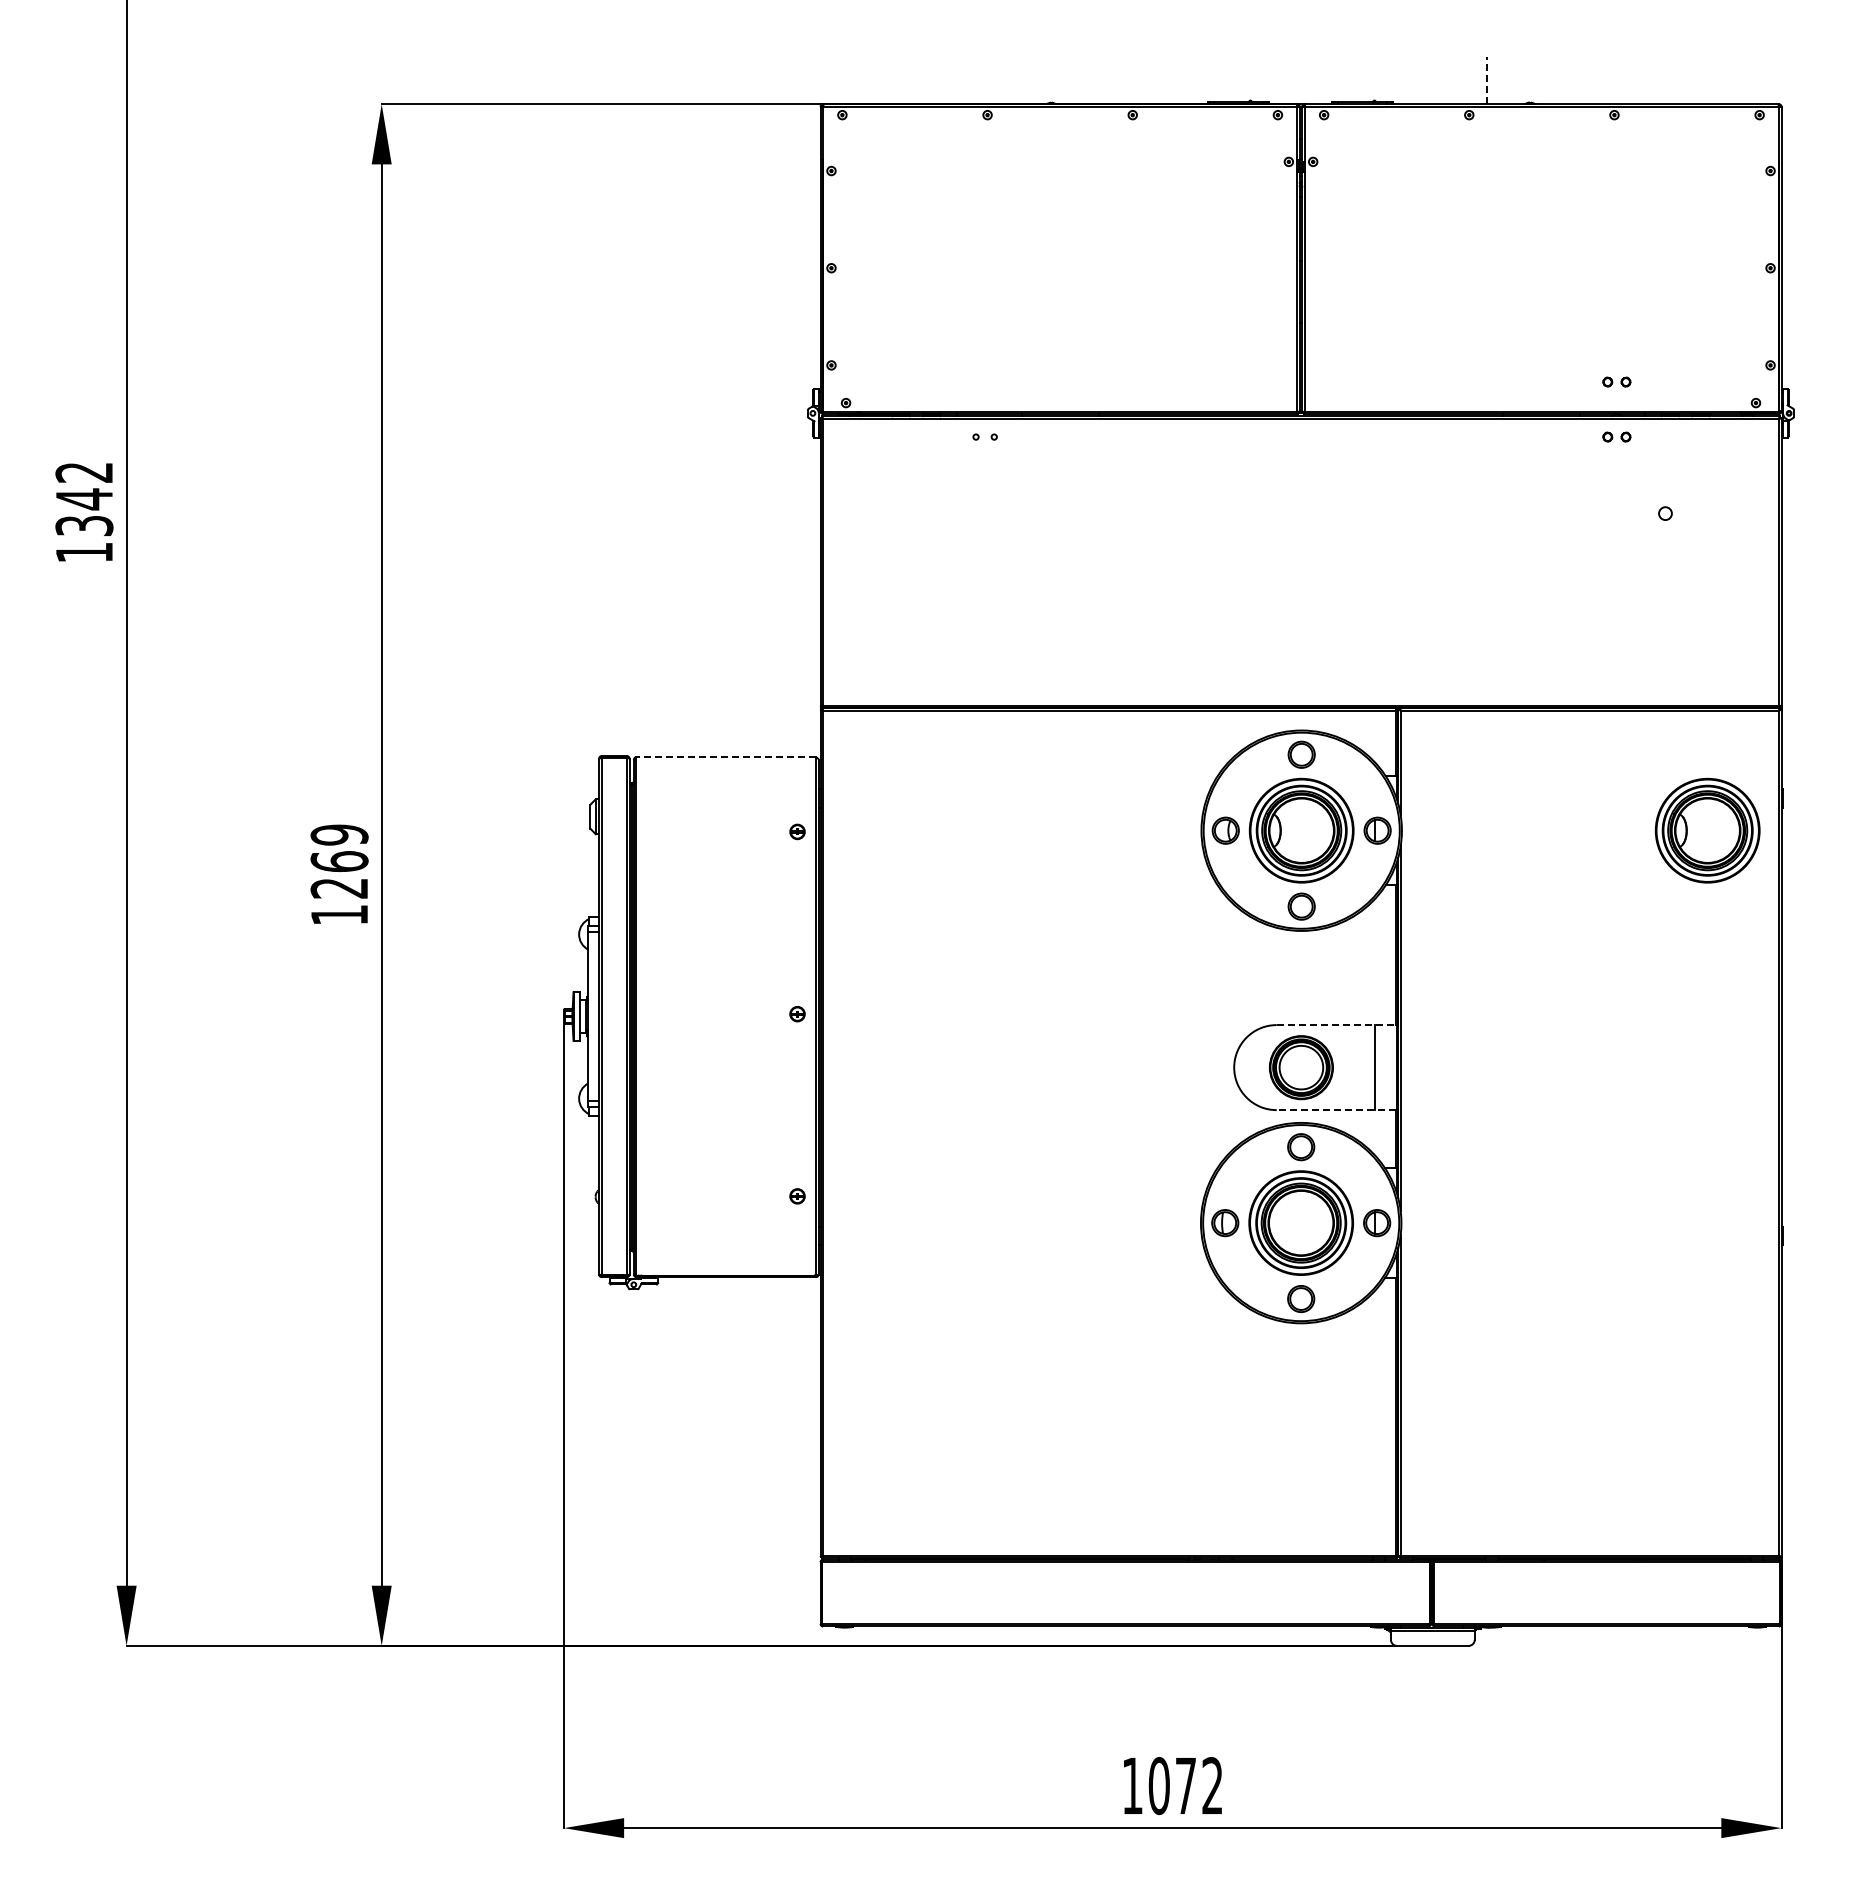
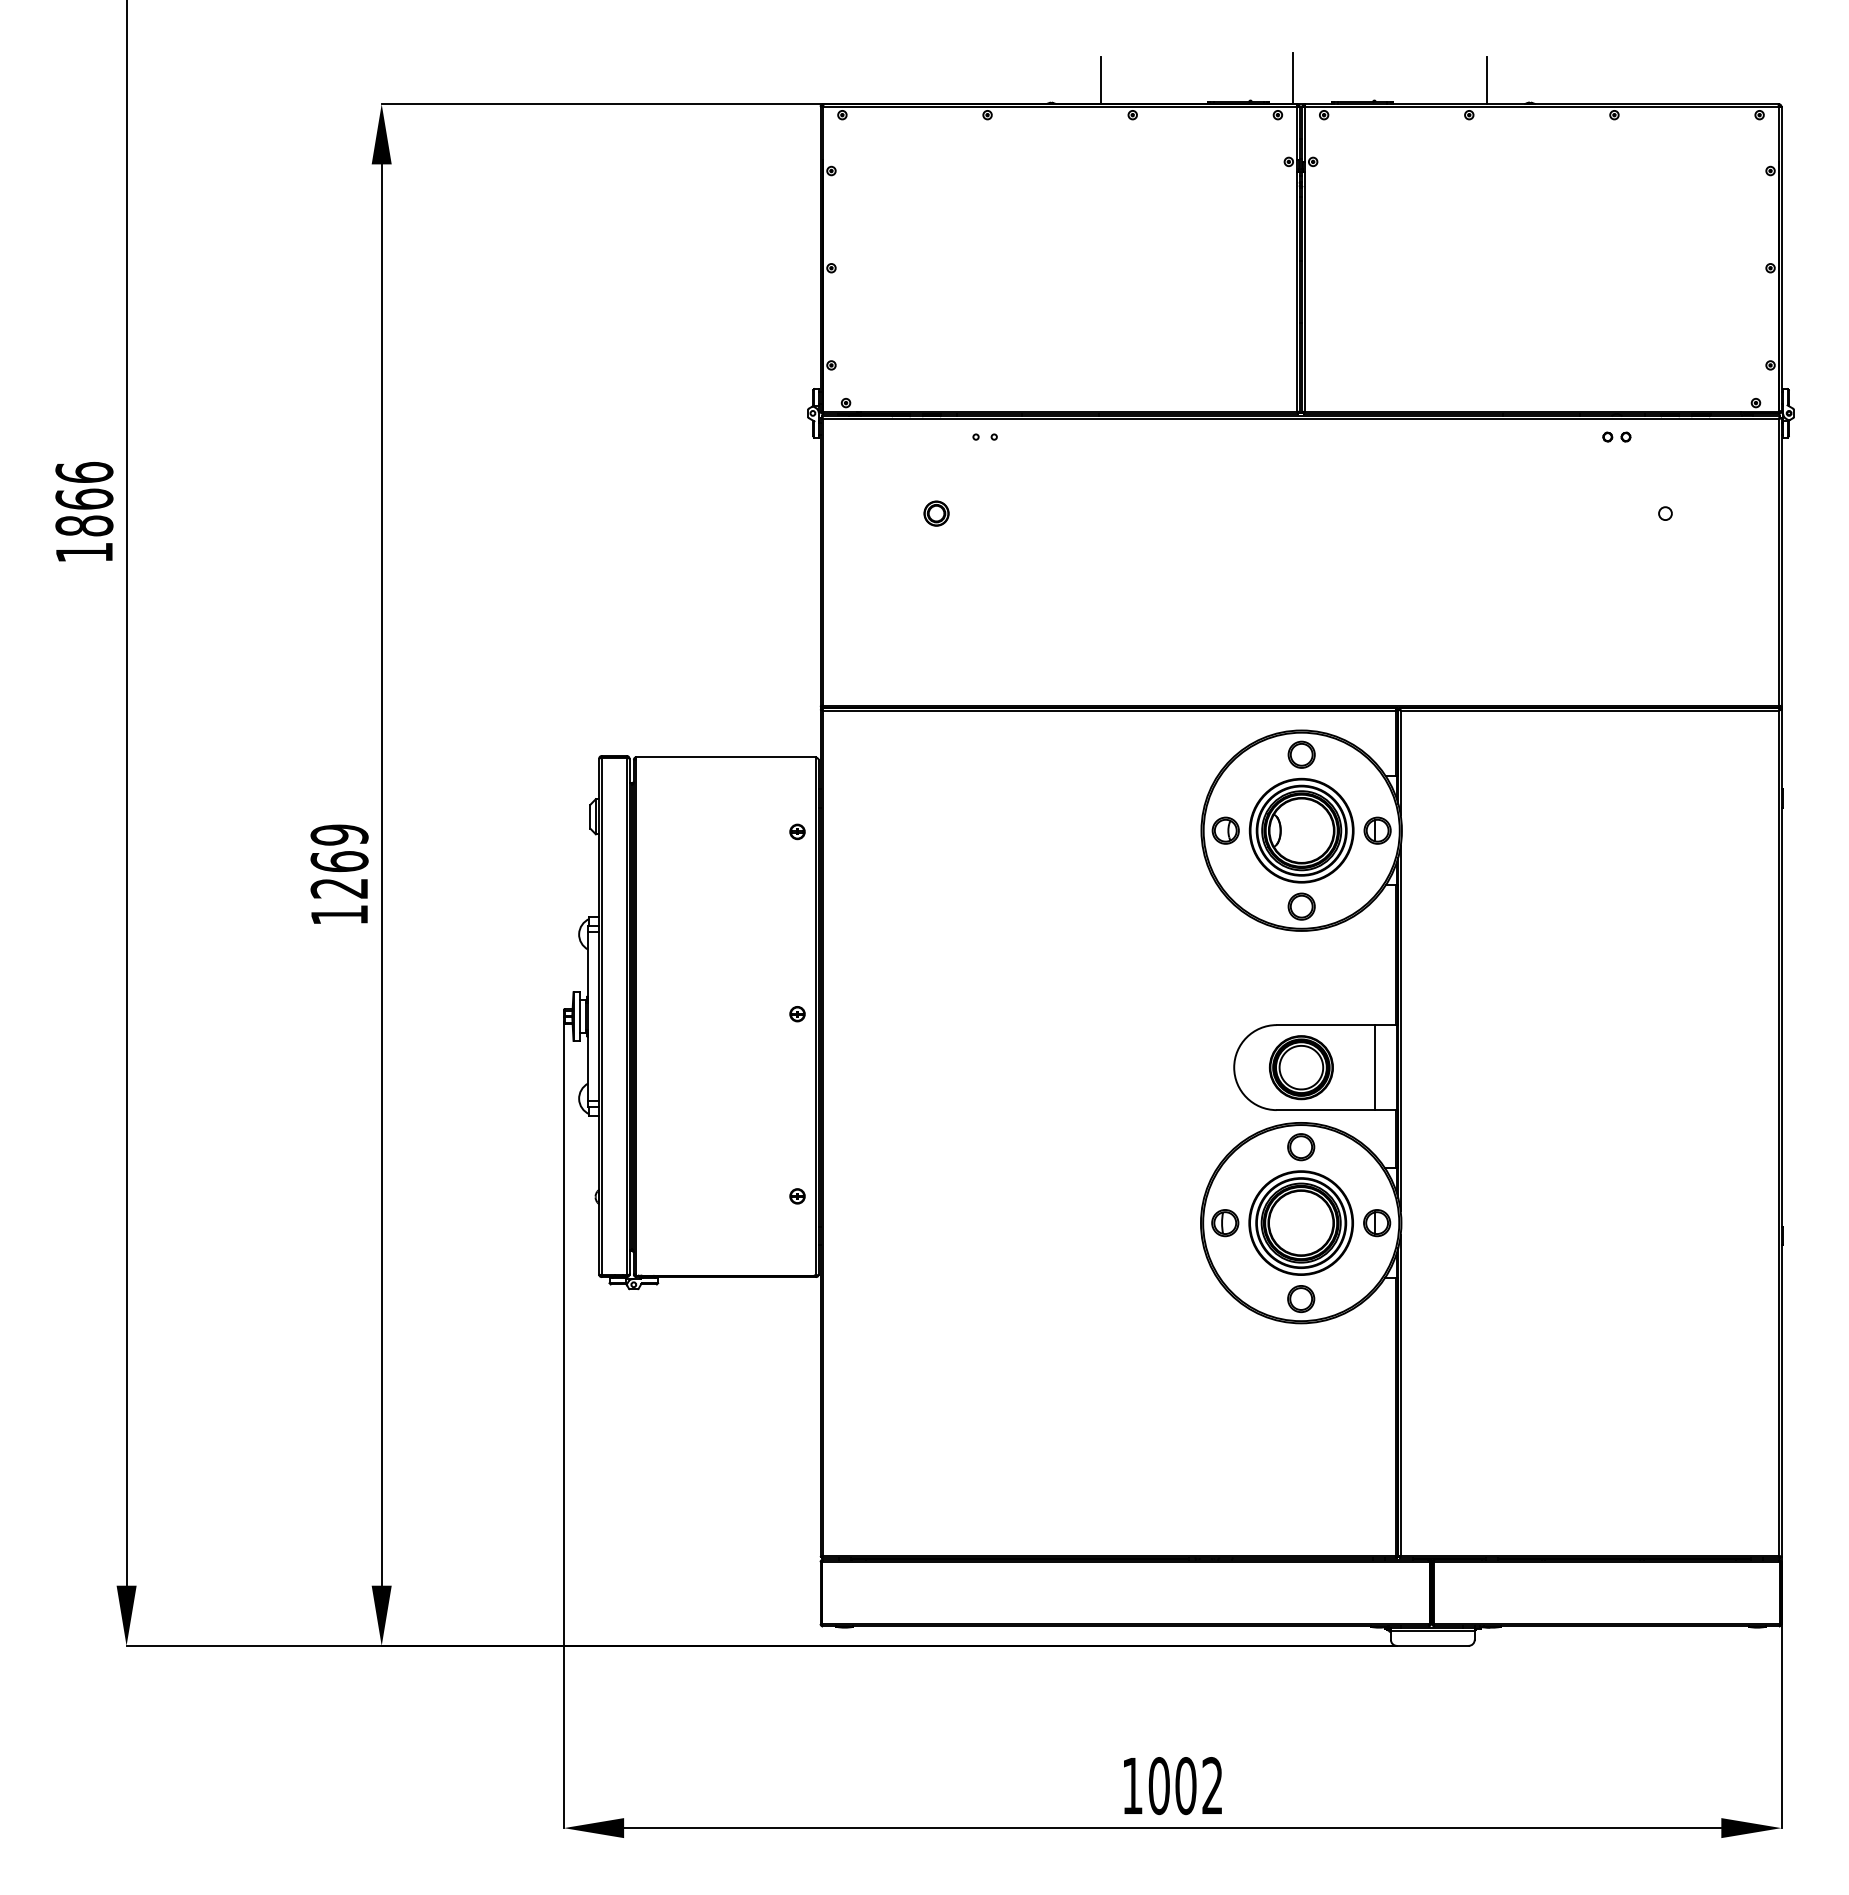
line at (1293, 78): none -> present
line at (1100, 79): none -> present
line at (1486, 80): dashed -> solid
part at (1616, 381): present -> none
text at (84, 499): 1342 -> 1866
part at (936, 513): none -> present
line at (726, 757): dashed -> solid
part at (1707, 830): present -> none
line at (1336, 1025): dashed -> solid
line at (1335, 1110): dashed -> solid
text at (1185, 1786): 1072 -> 1002
